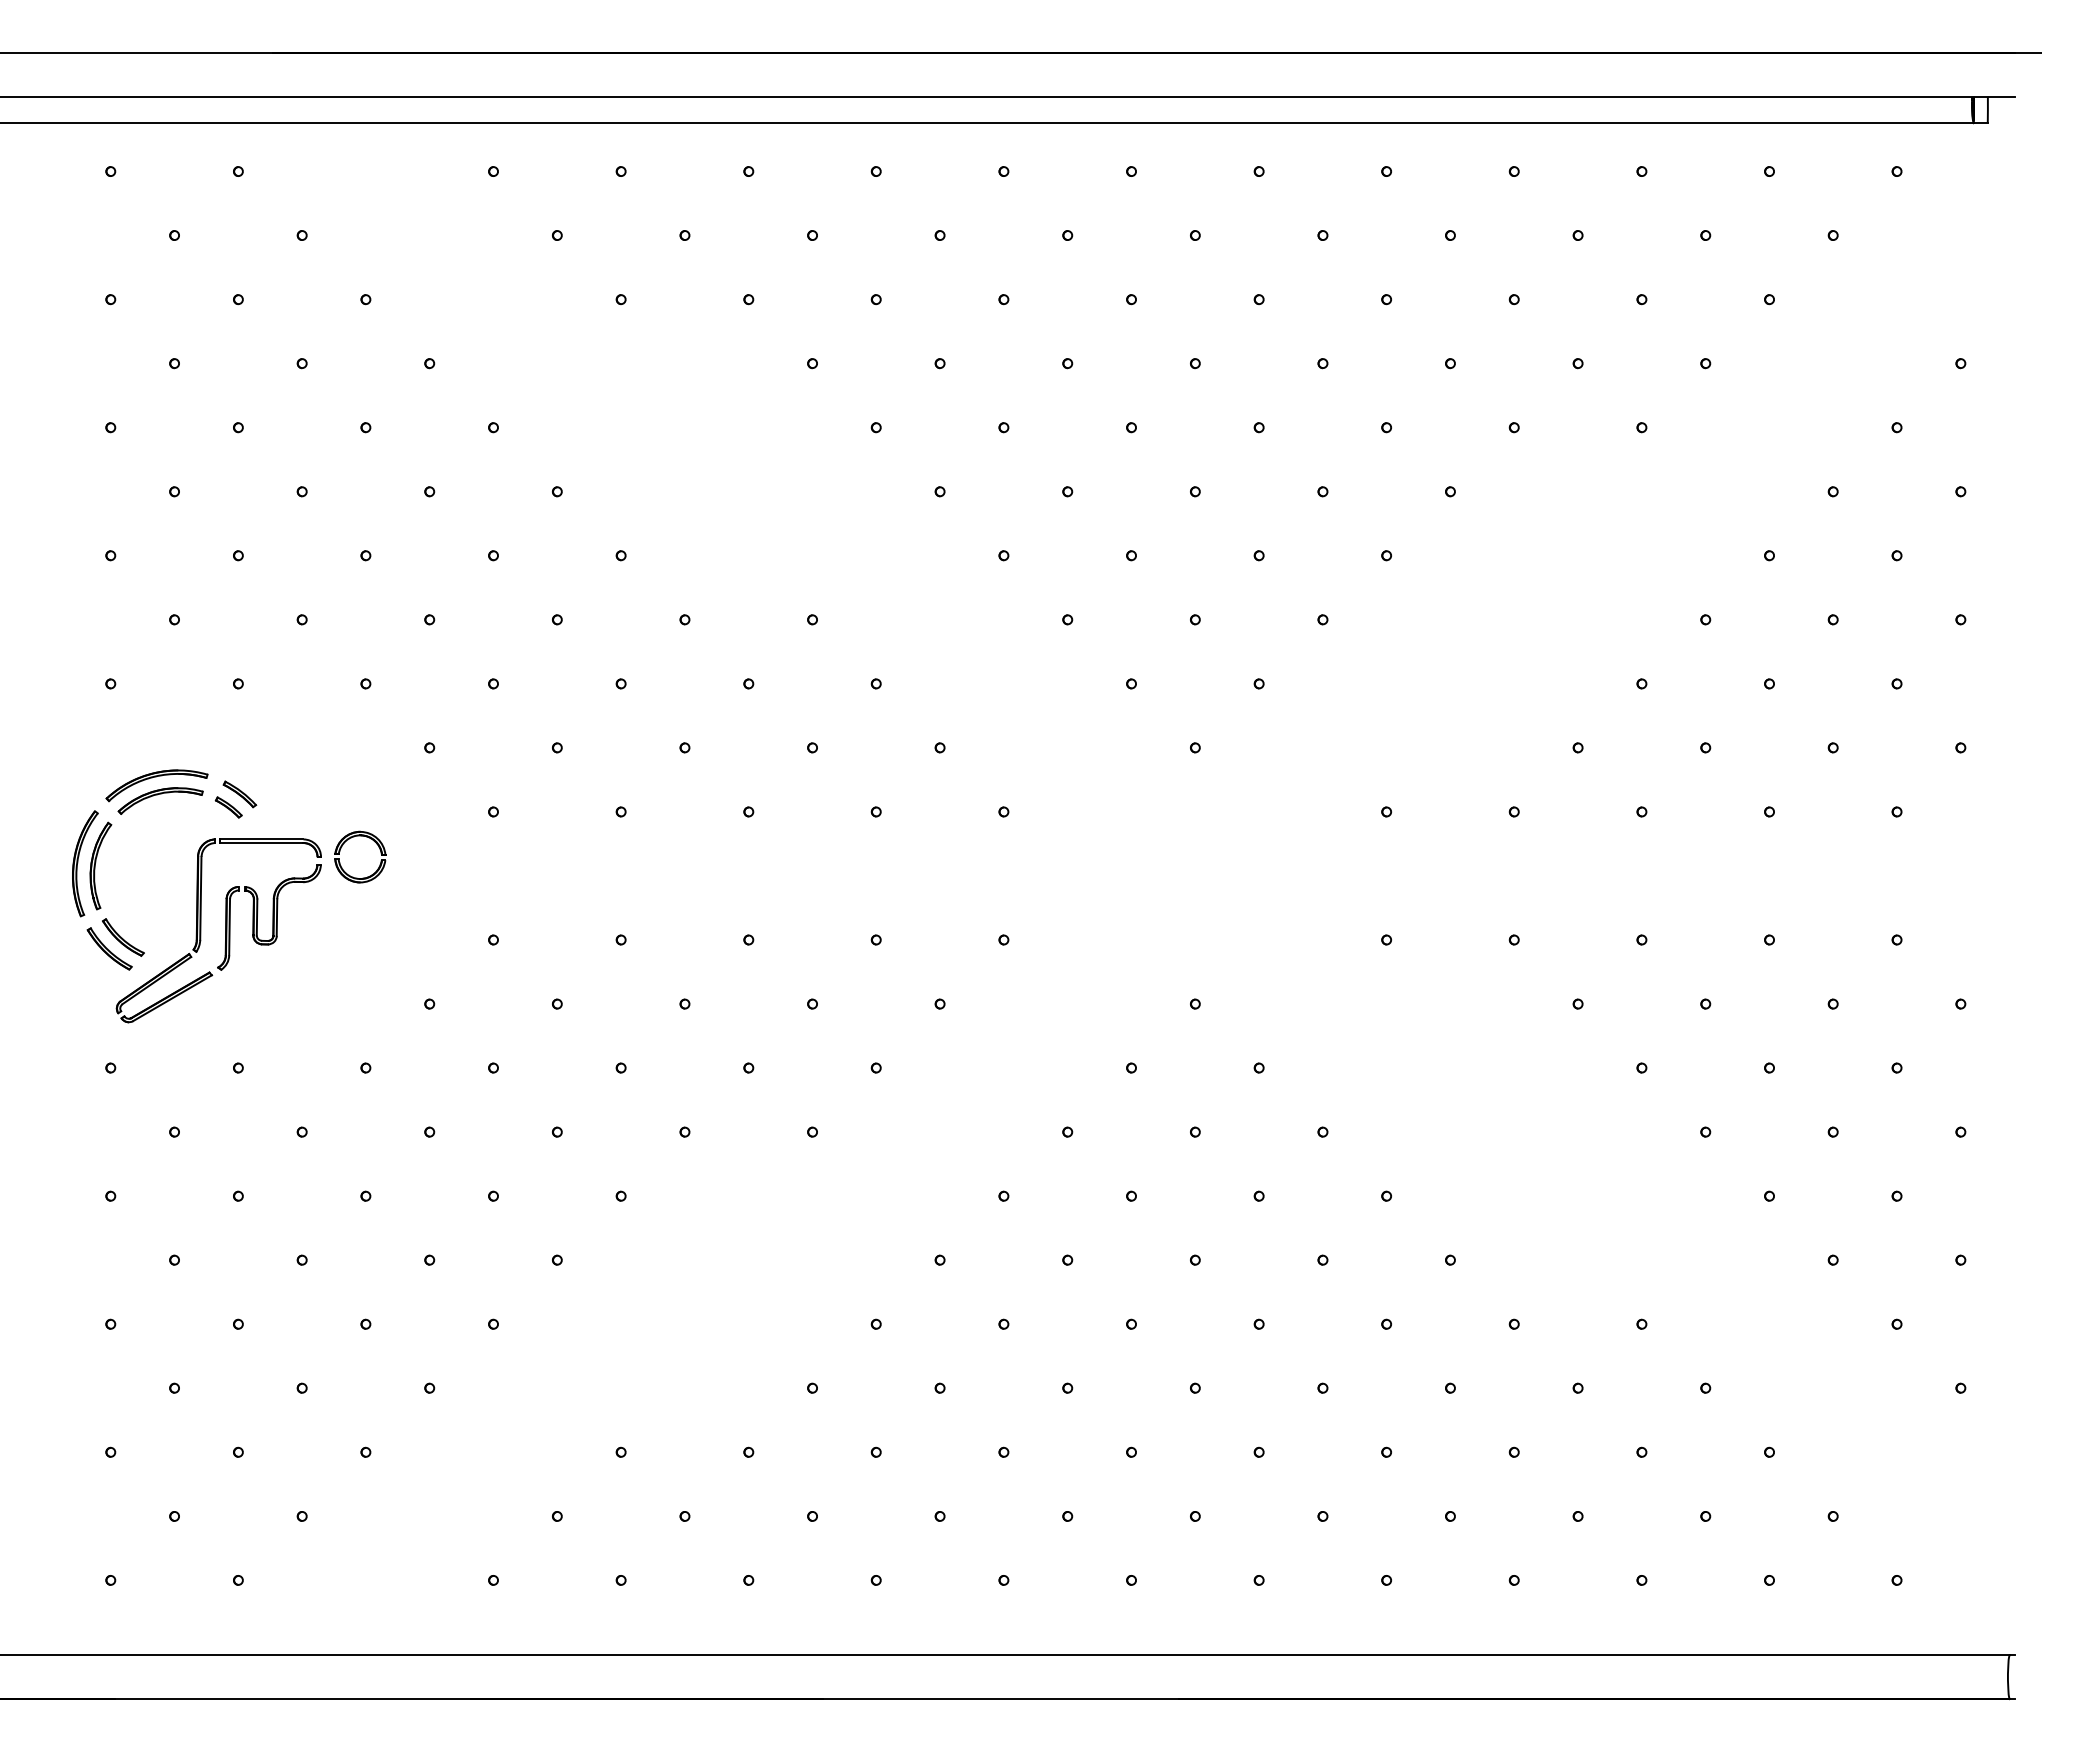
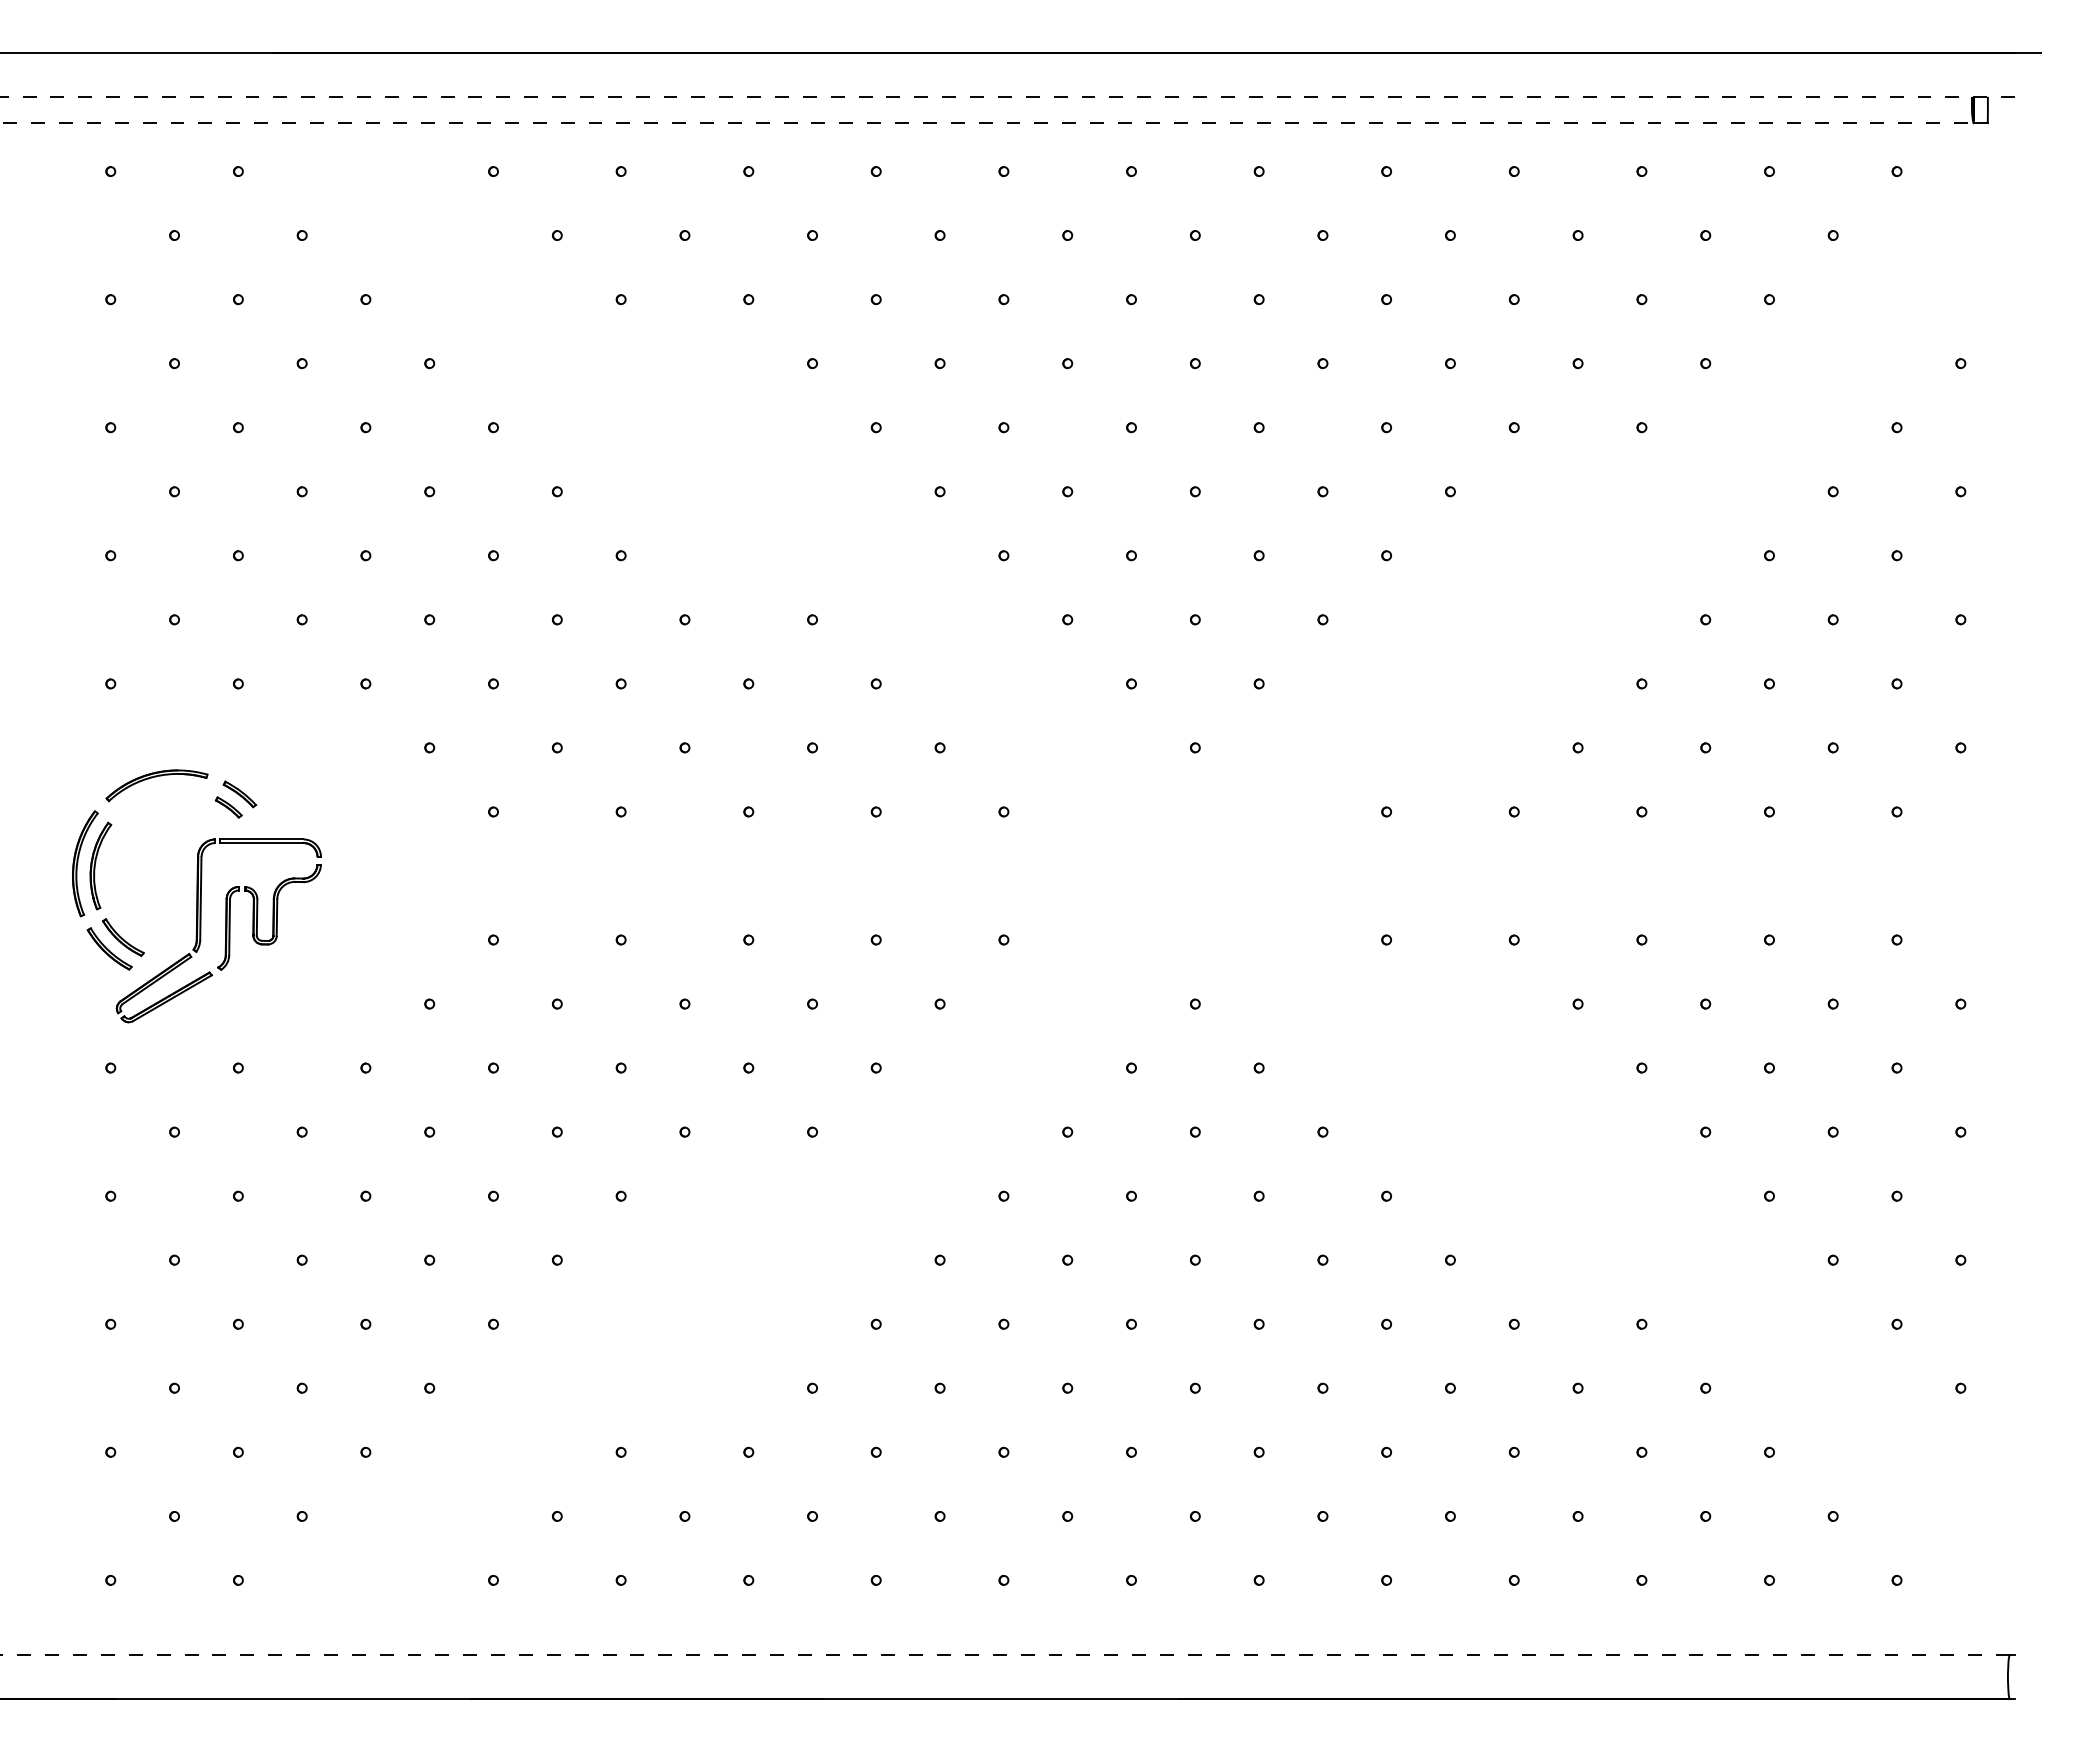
line at (1008, 96): solid -> dashed
line at (987, 123): solid -> dashed
part at (160, 800): present -> none
part at (368, 838): present -> none
line at (1005, 1655): solid -> dashed
